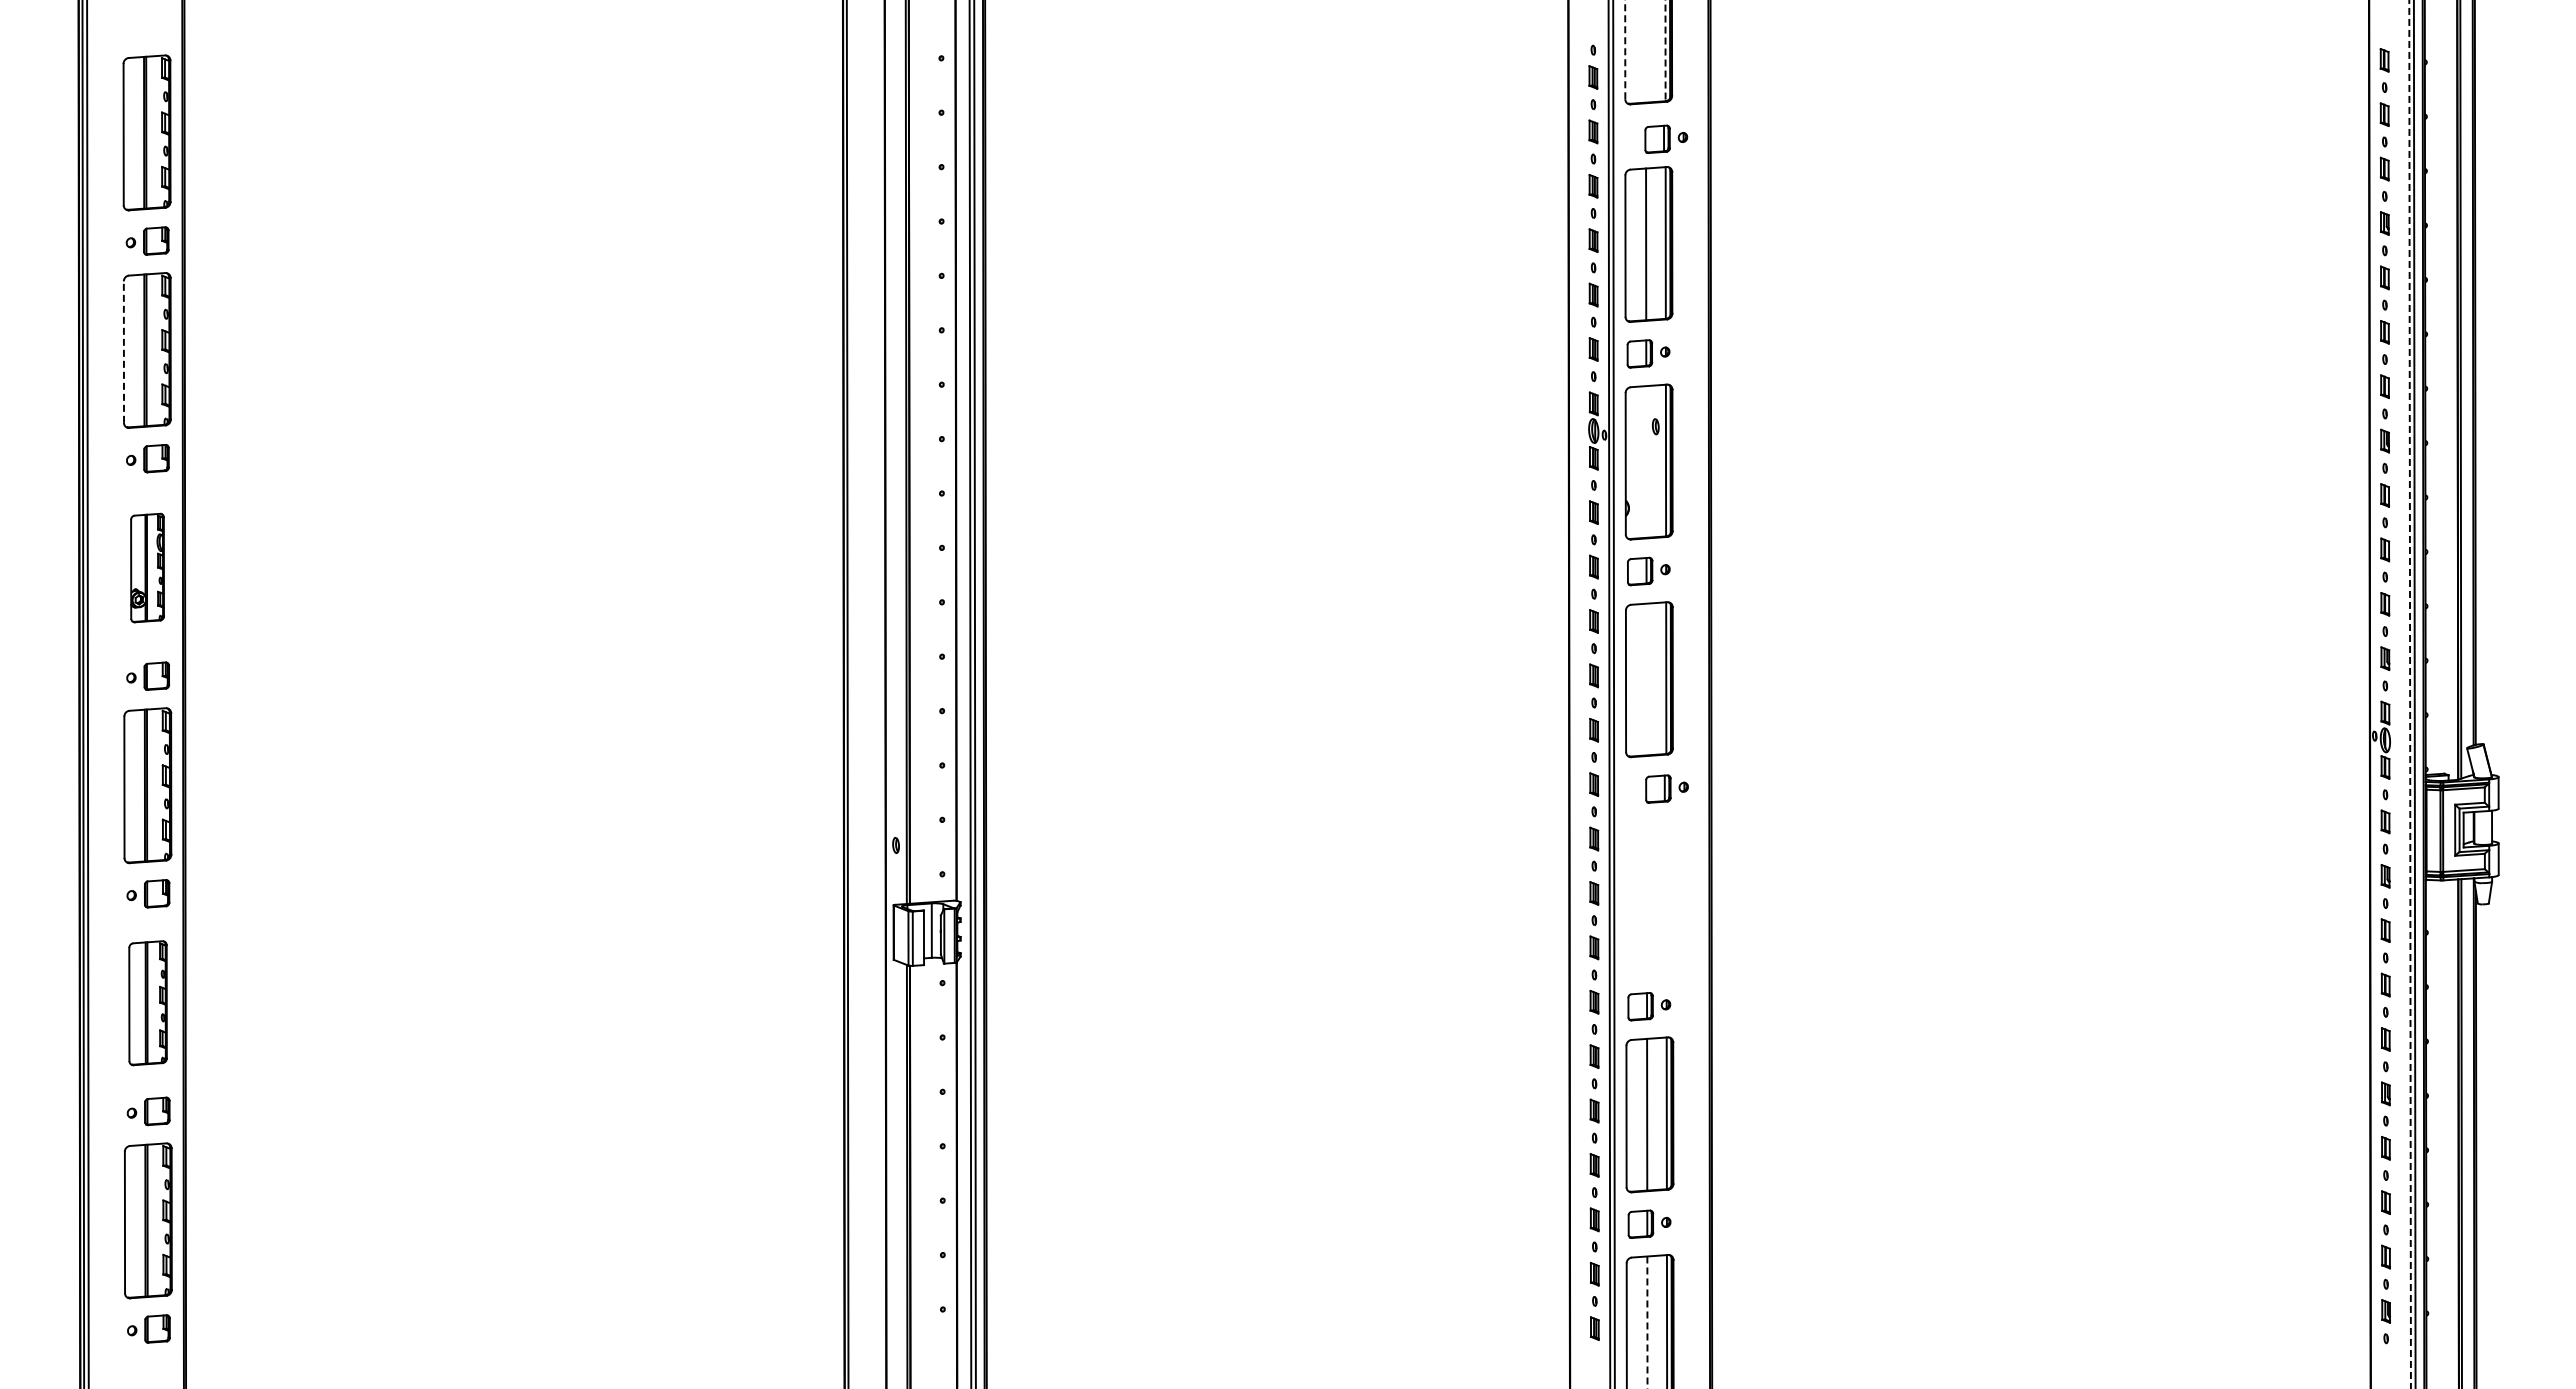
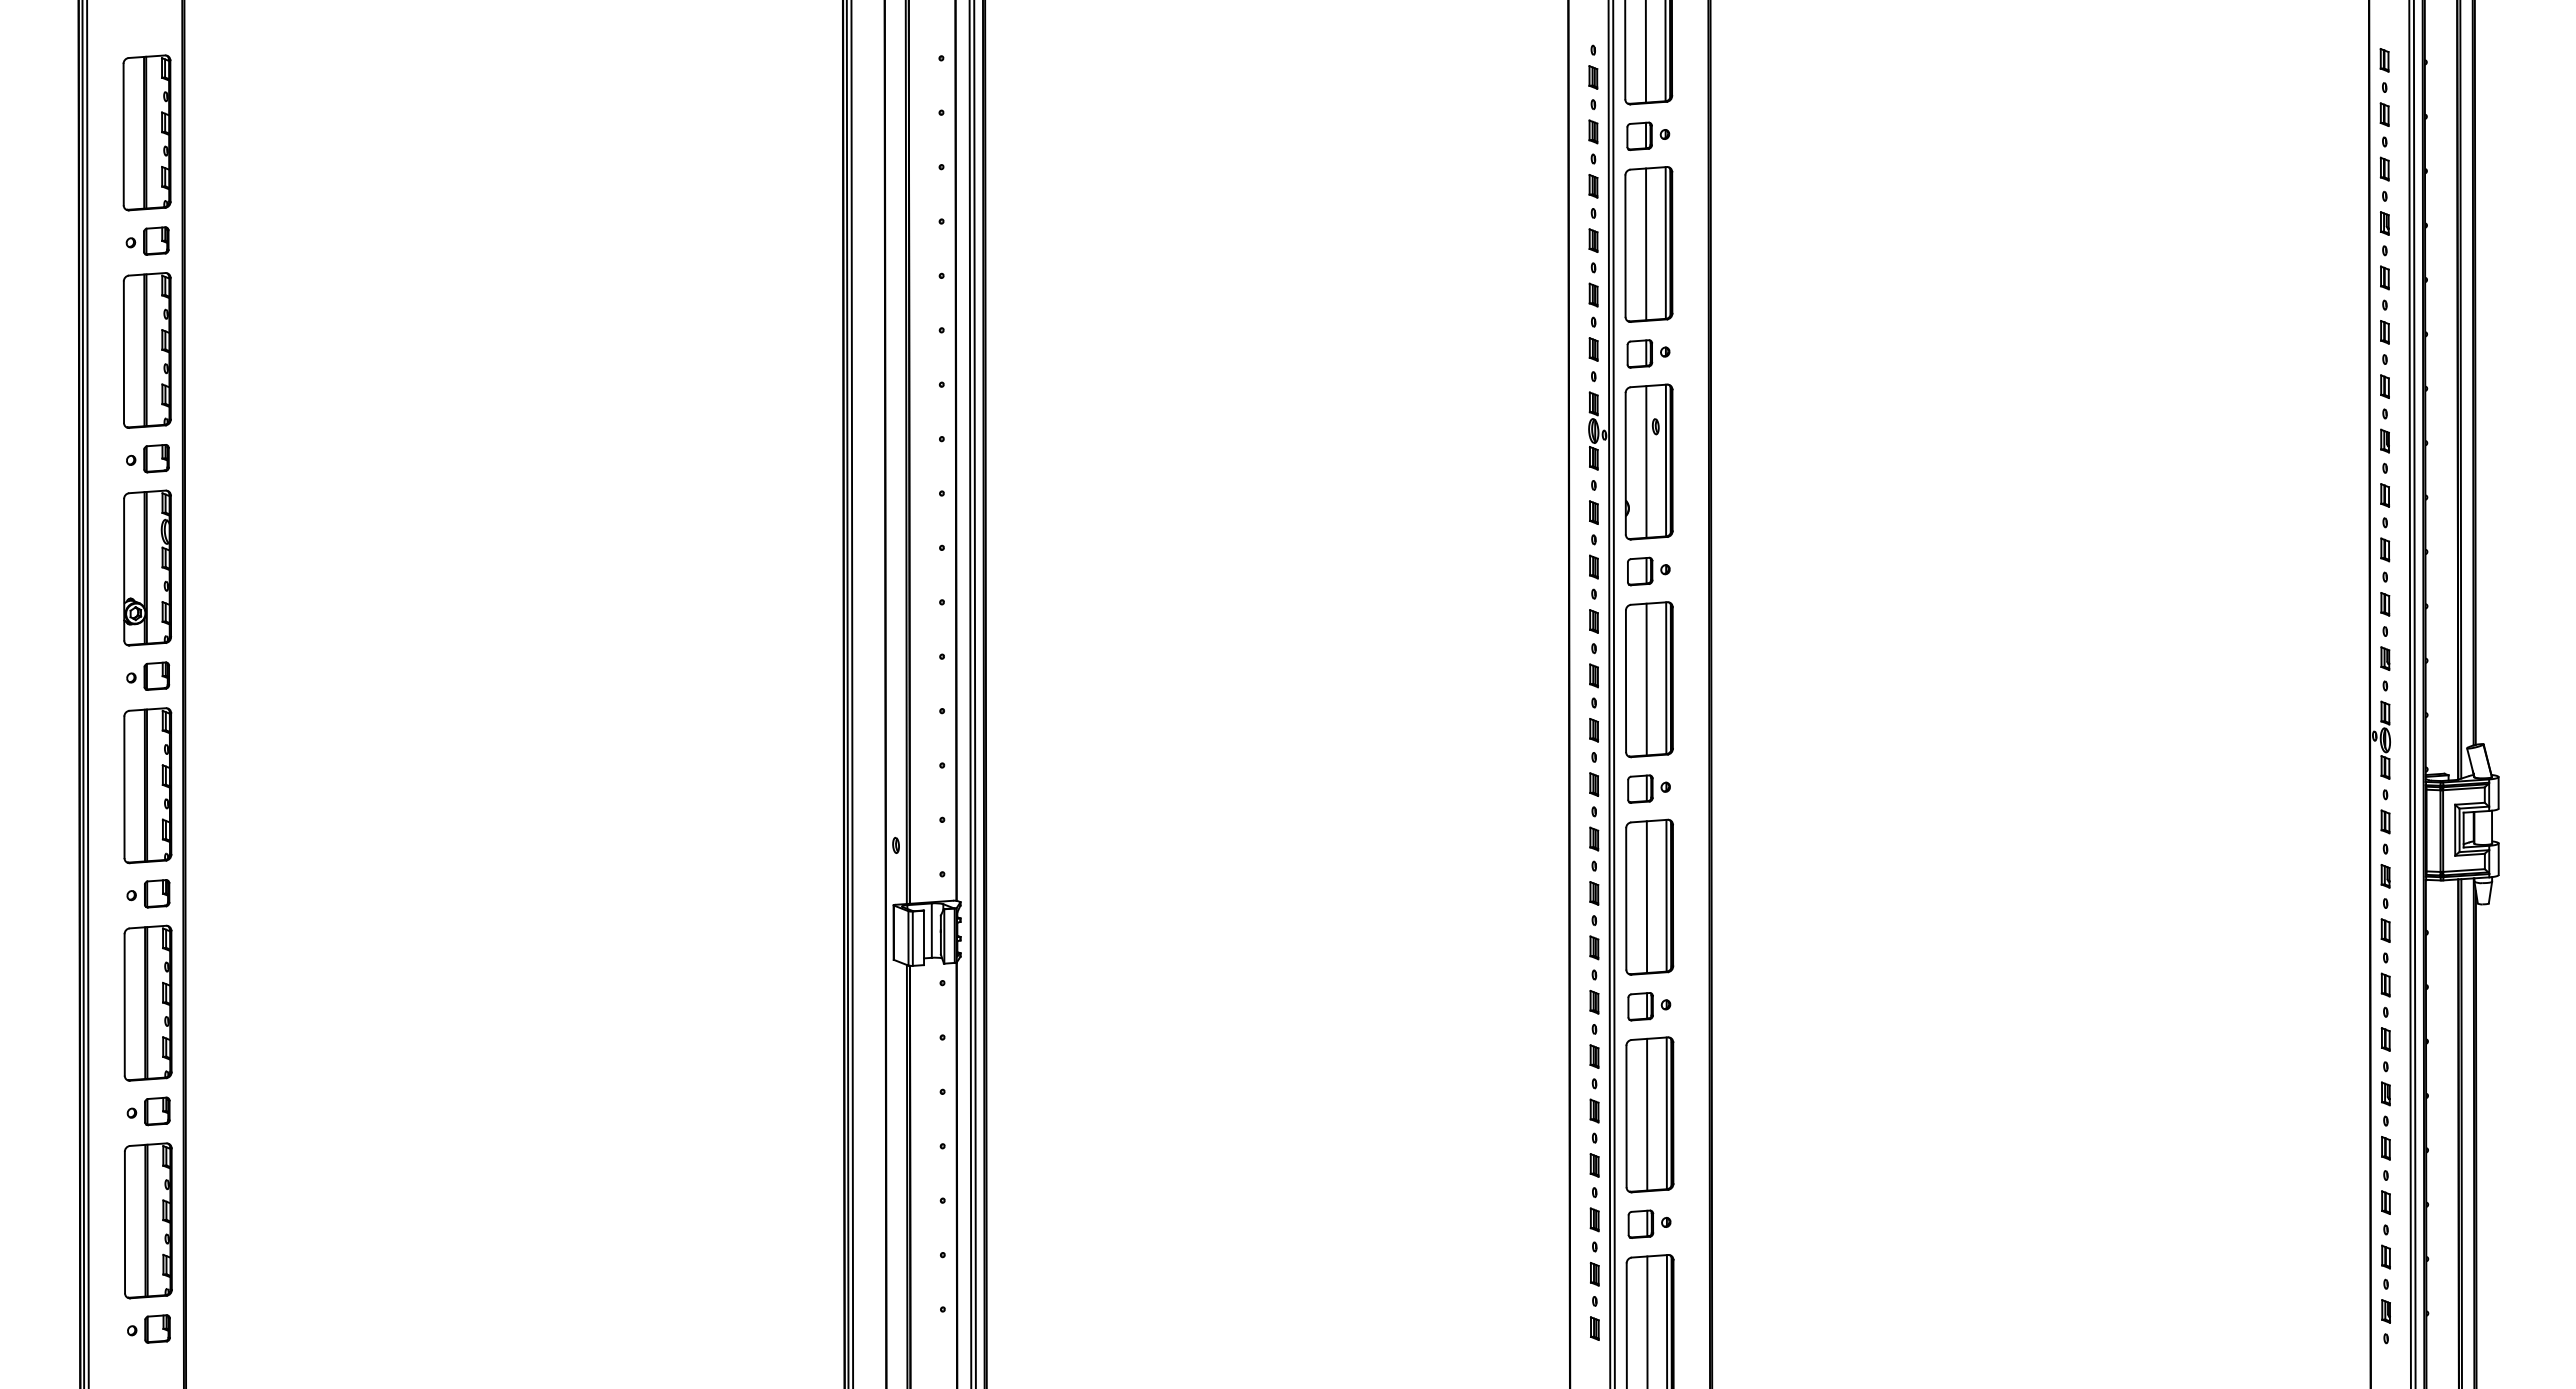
line at (1625, 49): dashed -> solid
line at (1665, 51): dashed -> solid
line at (1645, 52): none -> present
part at (1666, 138) position: (1666, 138) -> (1648, 135)
line at (123, 352): dashed -> solid
line at (1646, 461): none -> present
part at (147, 567) size: 35x112 px -> 49x158 px
line at (1646, 679): none -> present
line at (852, 693): none -> present
line at (2410, 694): dashed -> solid
part at (1666, 788) position: (1666, 788) -> (1648, 788)
part at (1649, 896): none -> present
part at (147, 1003) size: 40x127 px -> 50x158 px
line at (1647, 1322): dashed -> solid
